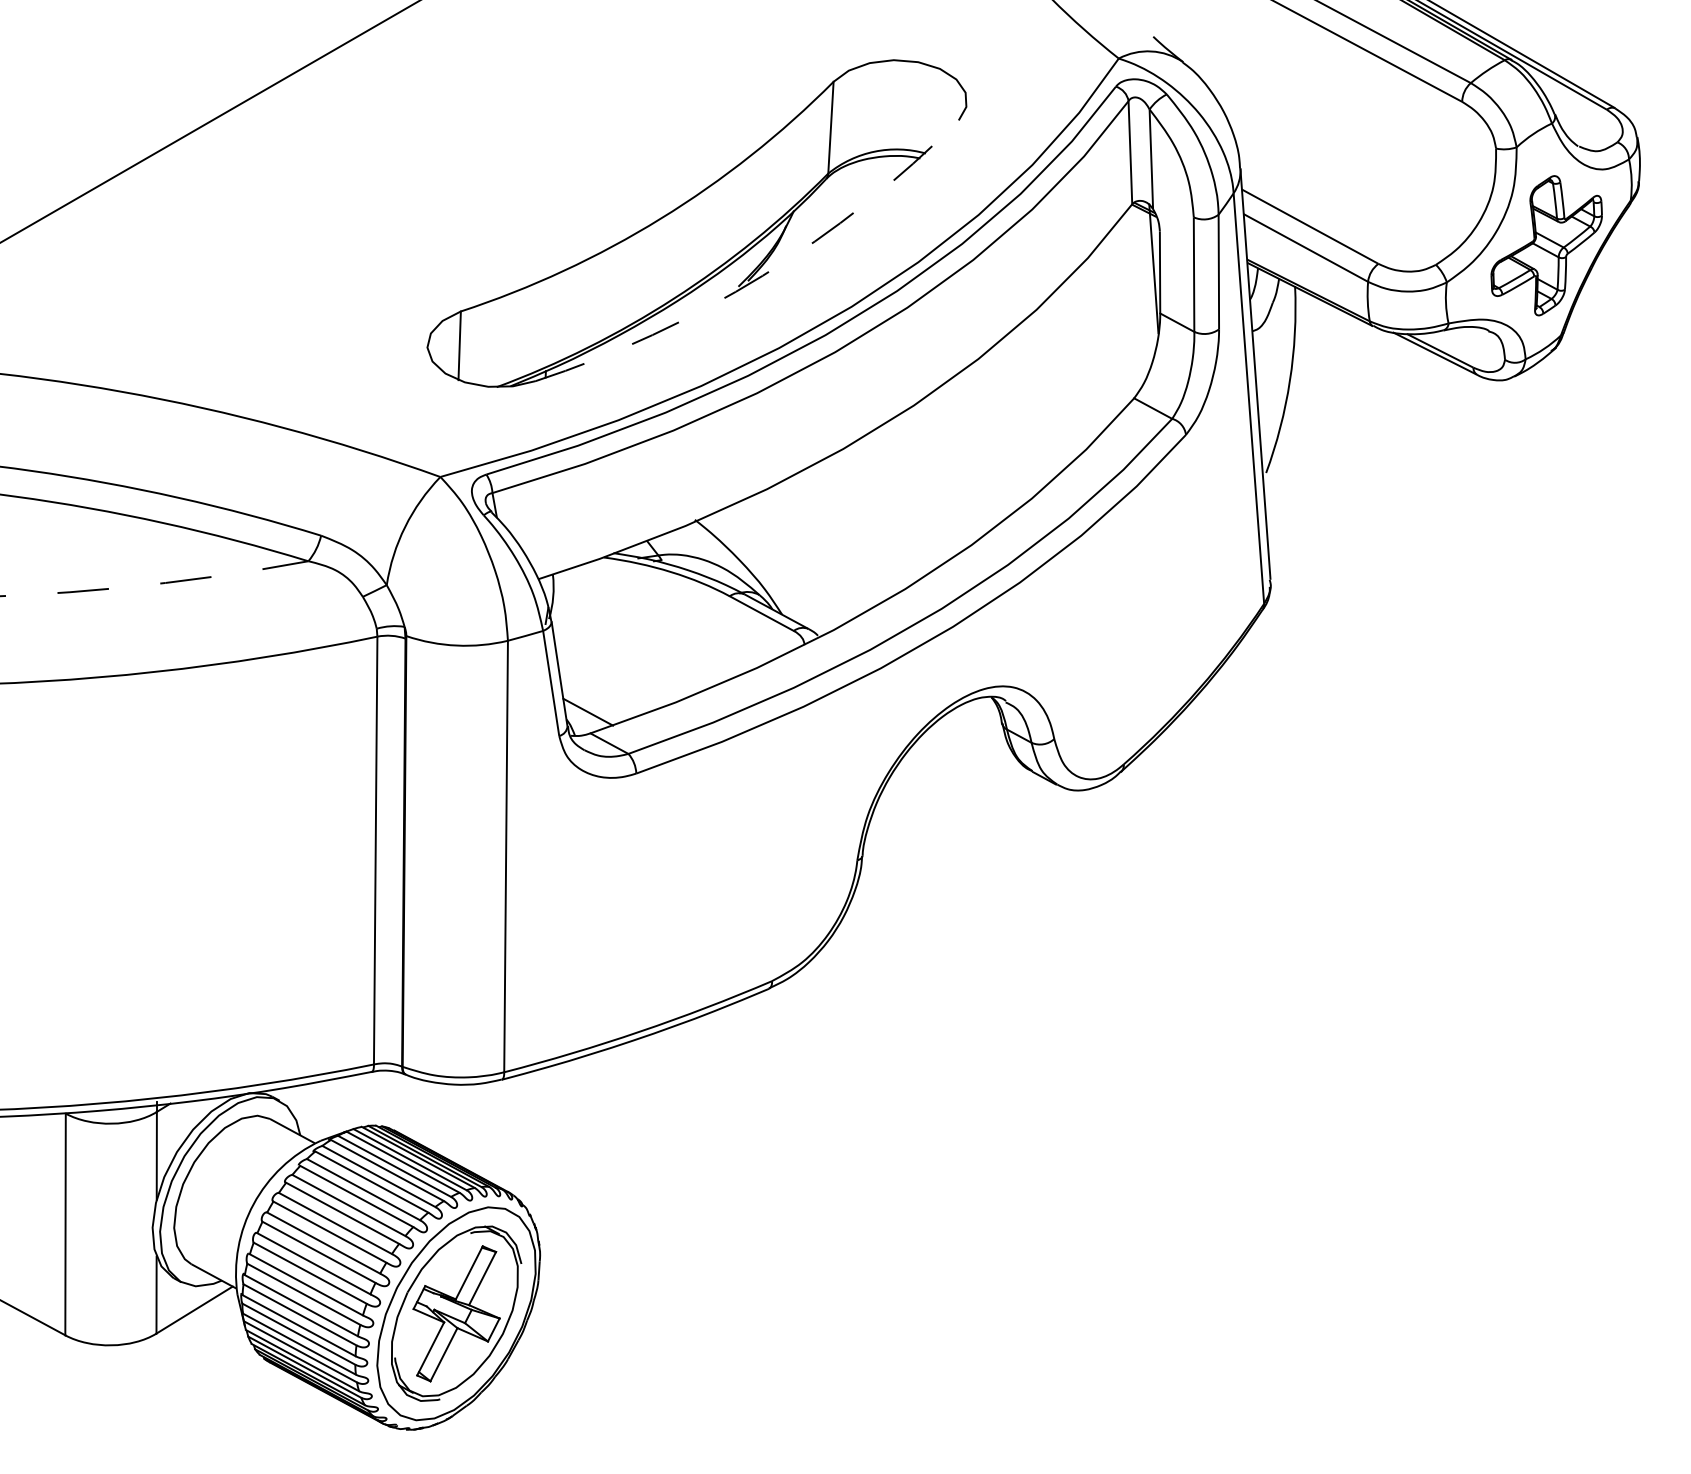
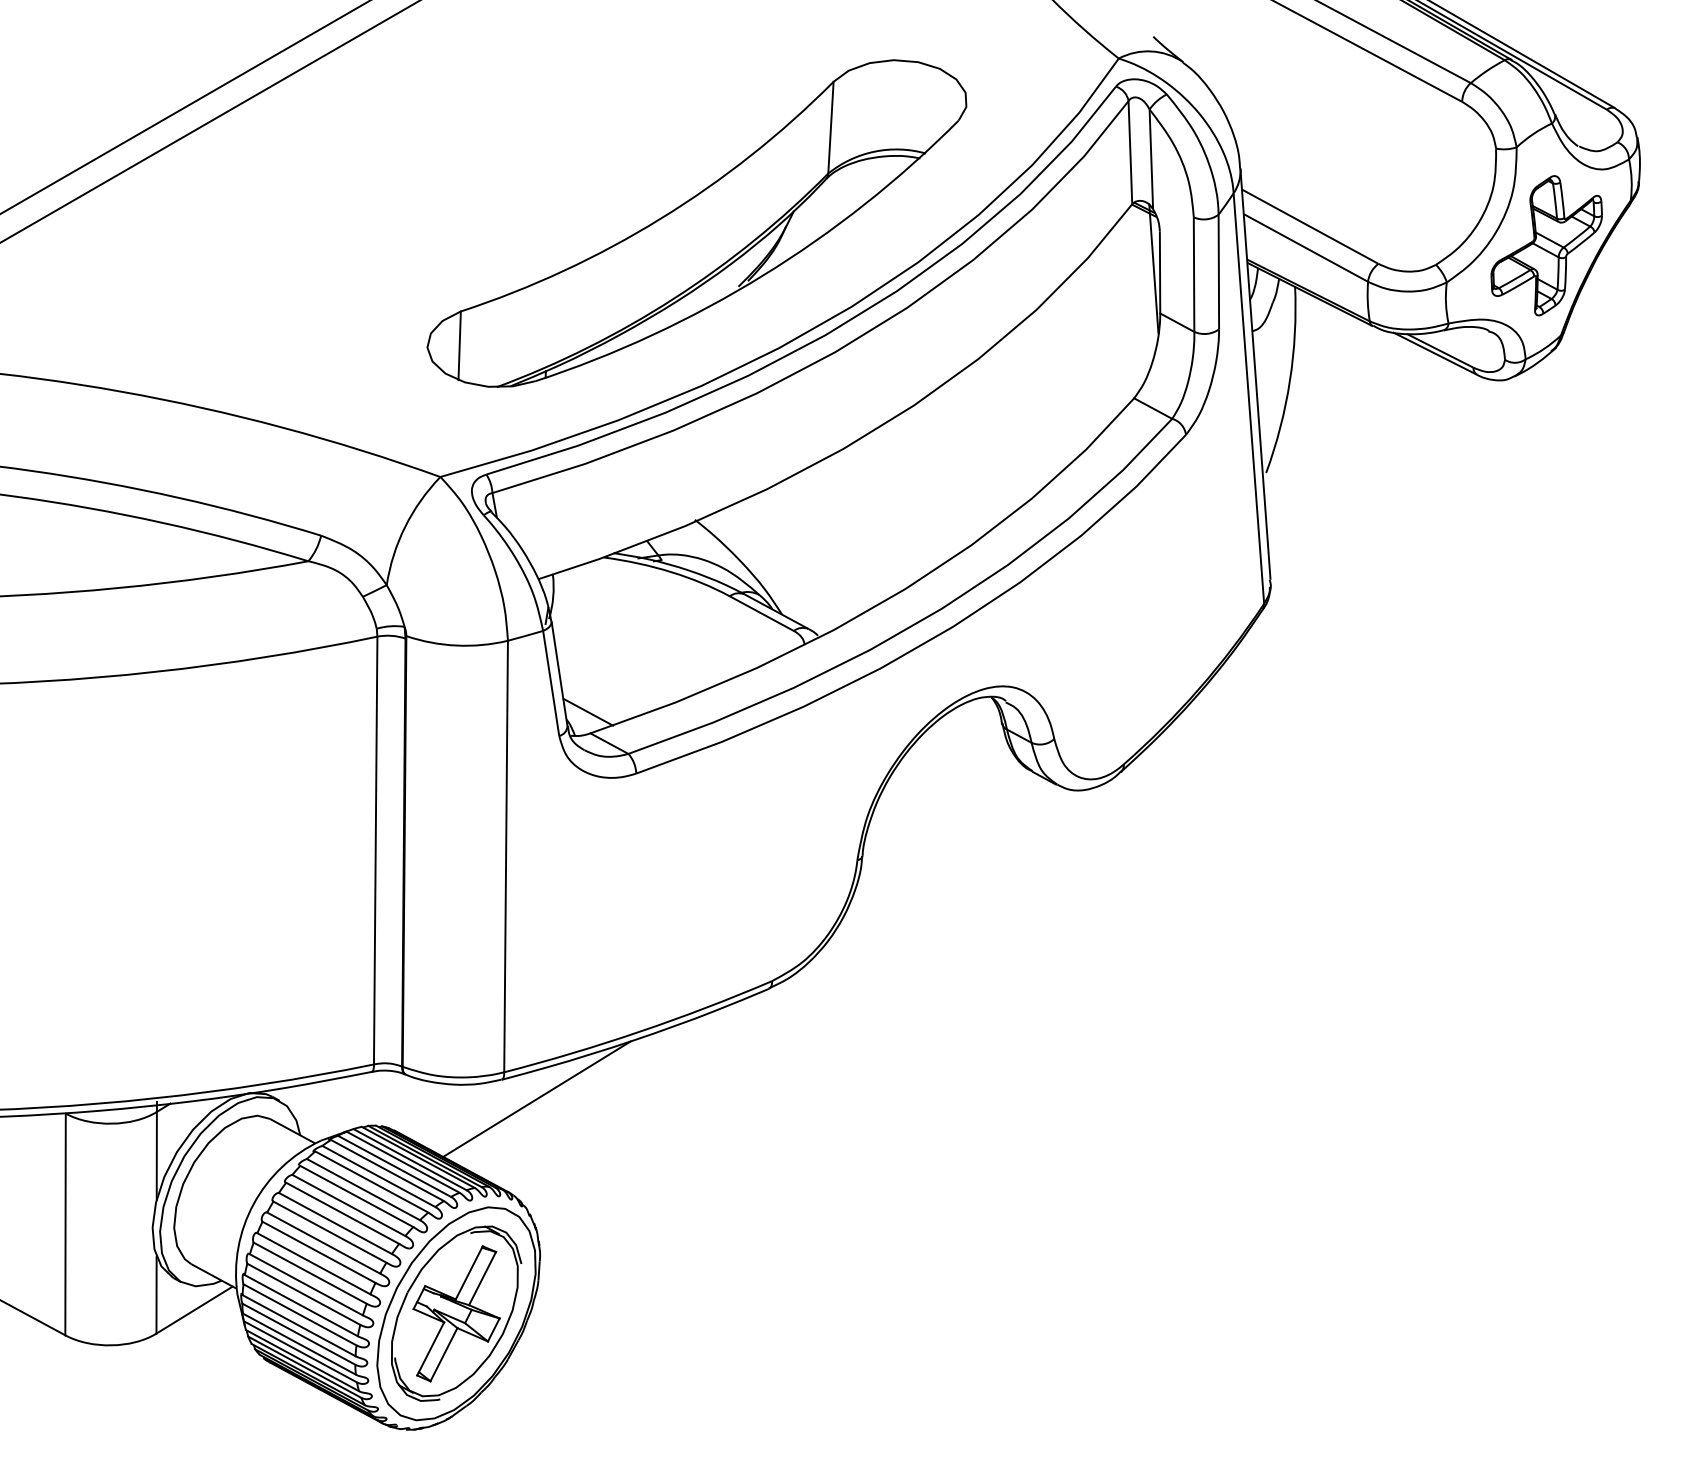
line at (184, 107): none -> present
arc at (762, 275): dashed -> solid
arc at (154, 584): dashed -> solid
line at (536, 1098): none -> present
